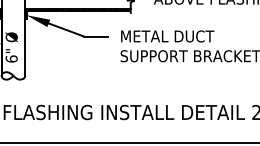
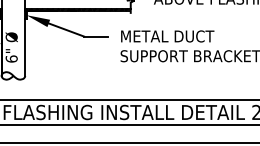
line at (129, 99): none -> present
line at (129, 125): none -> present
